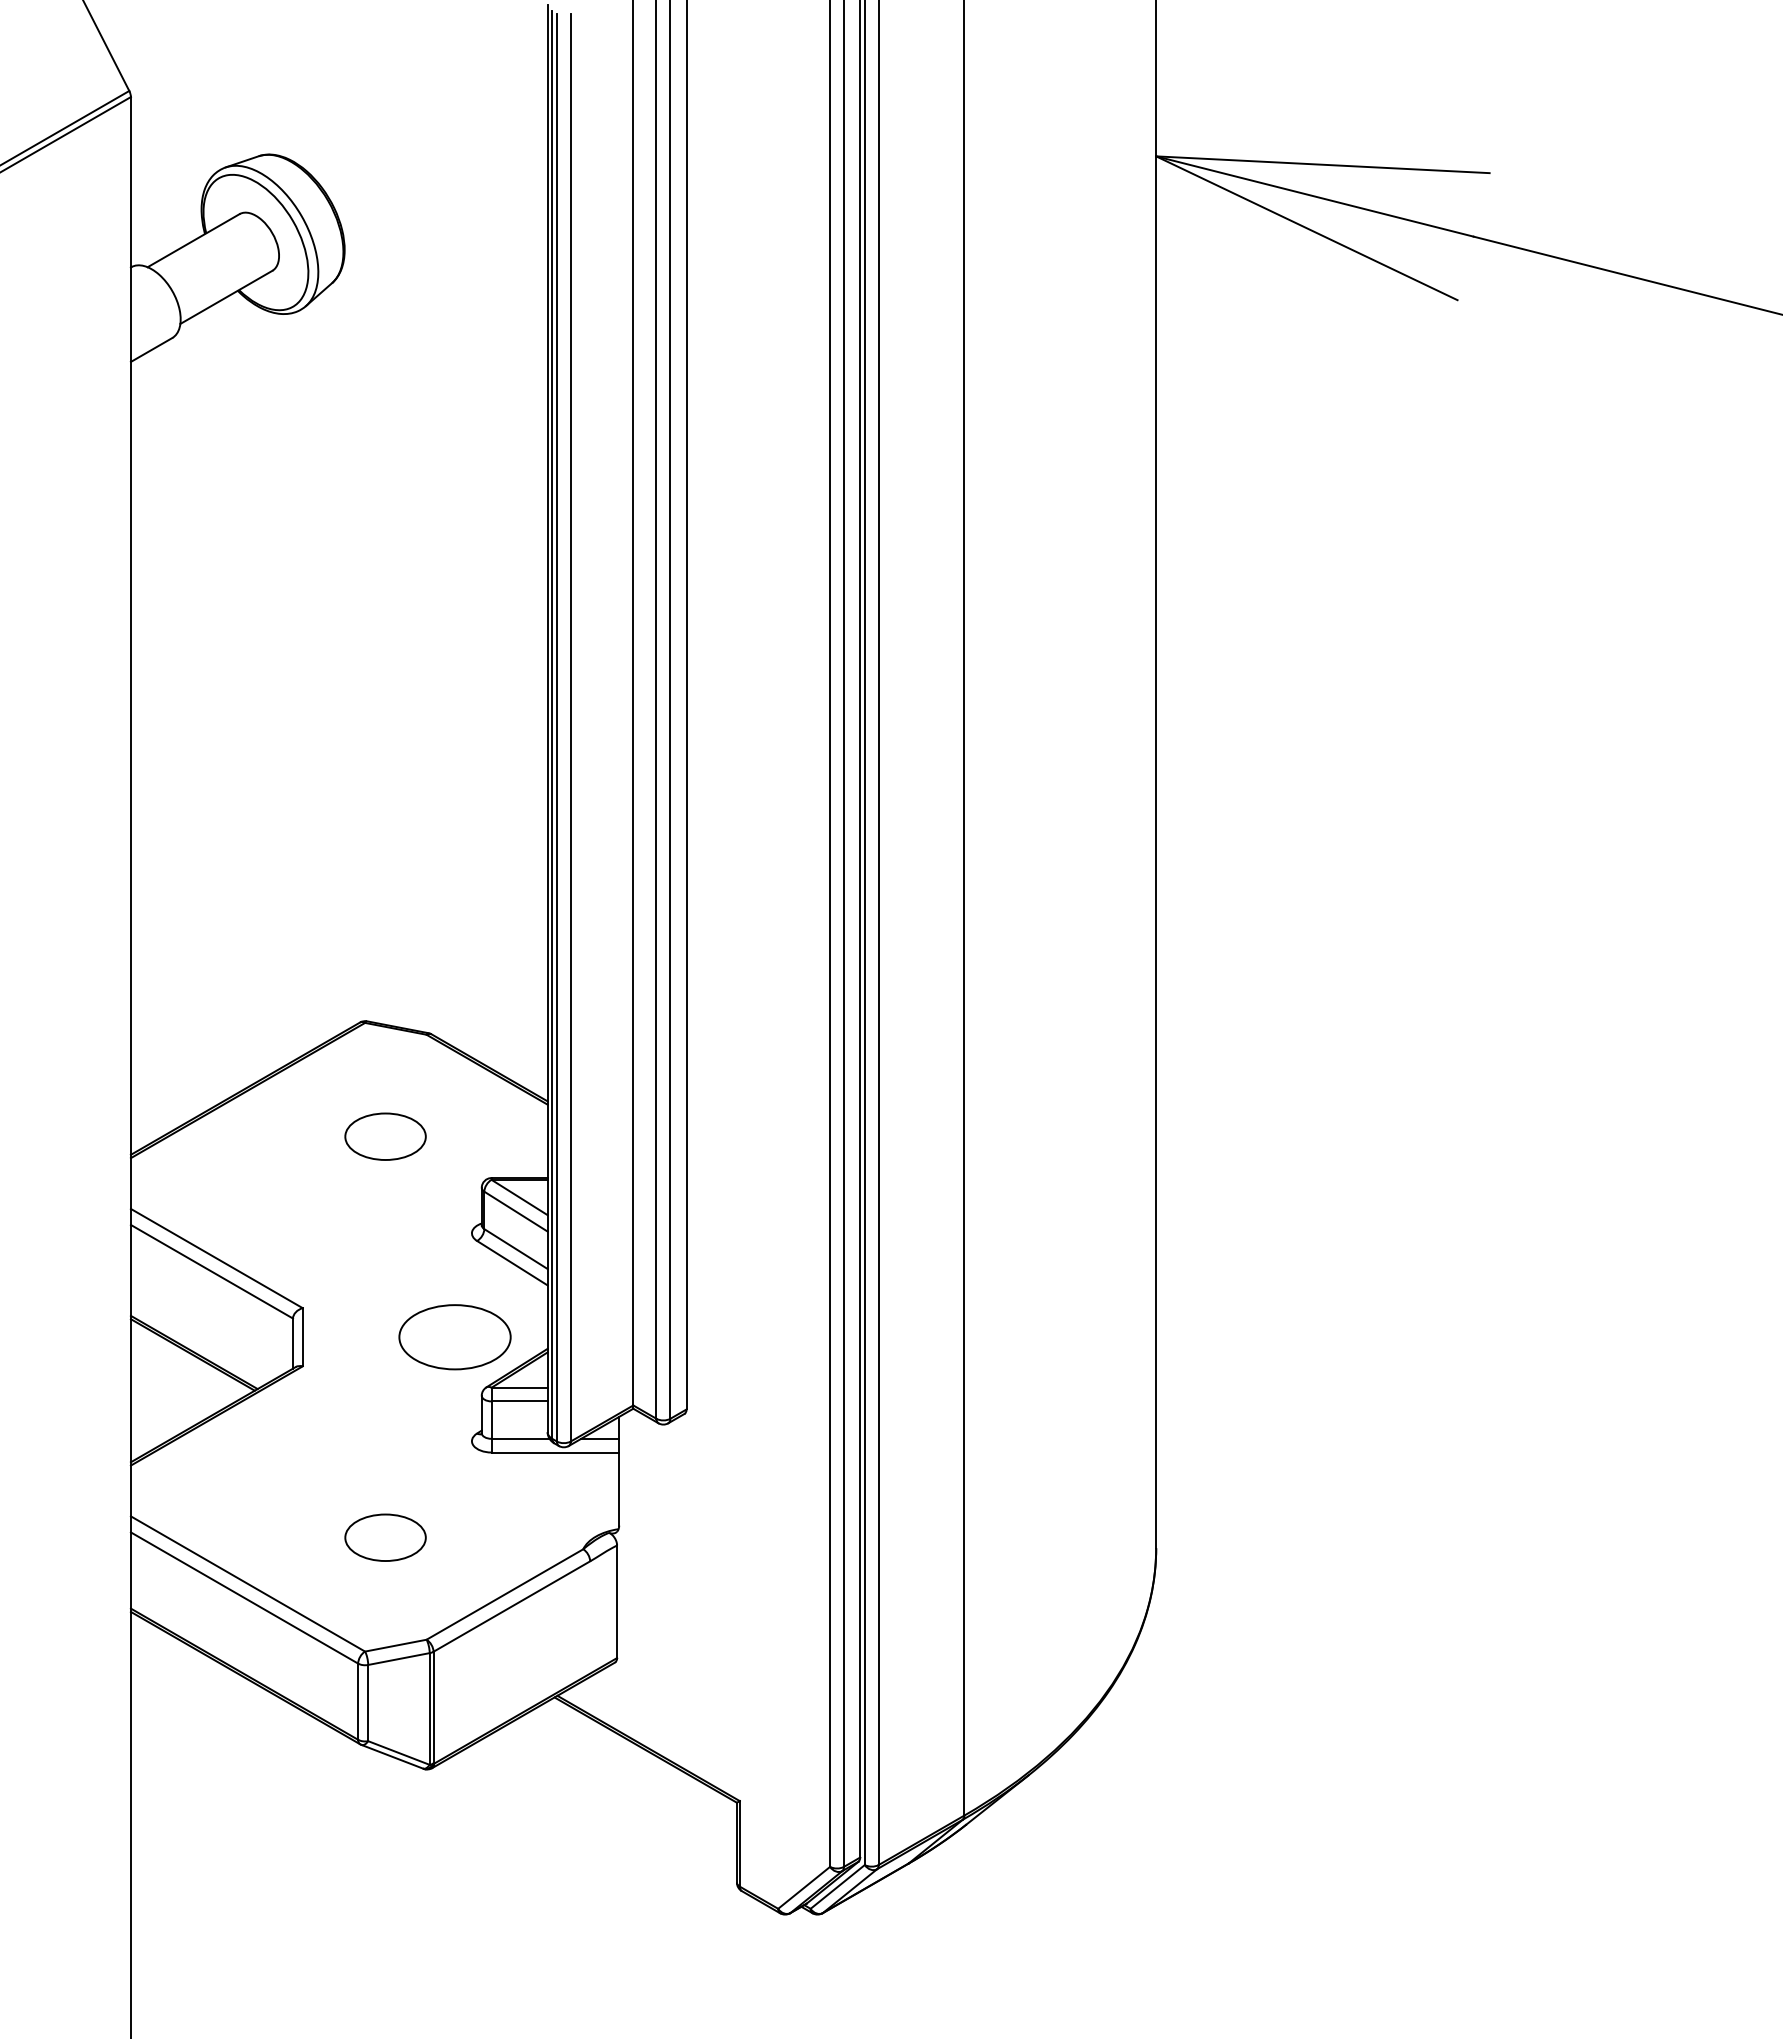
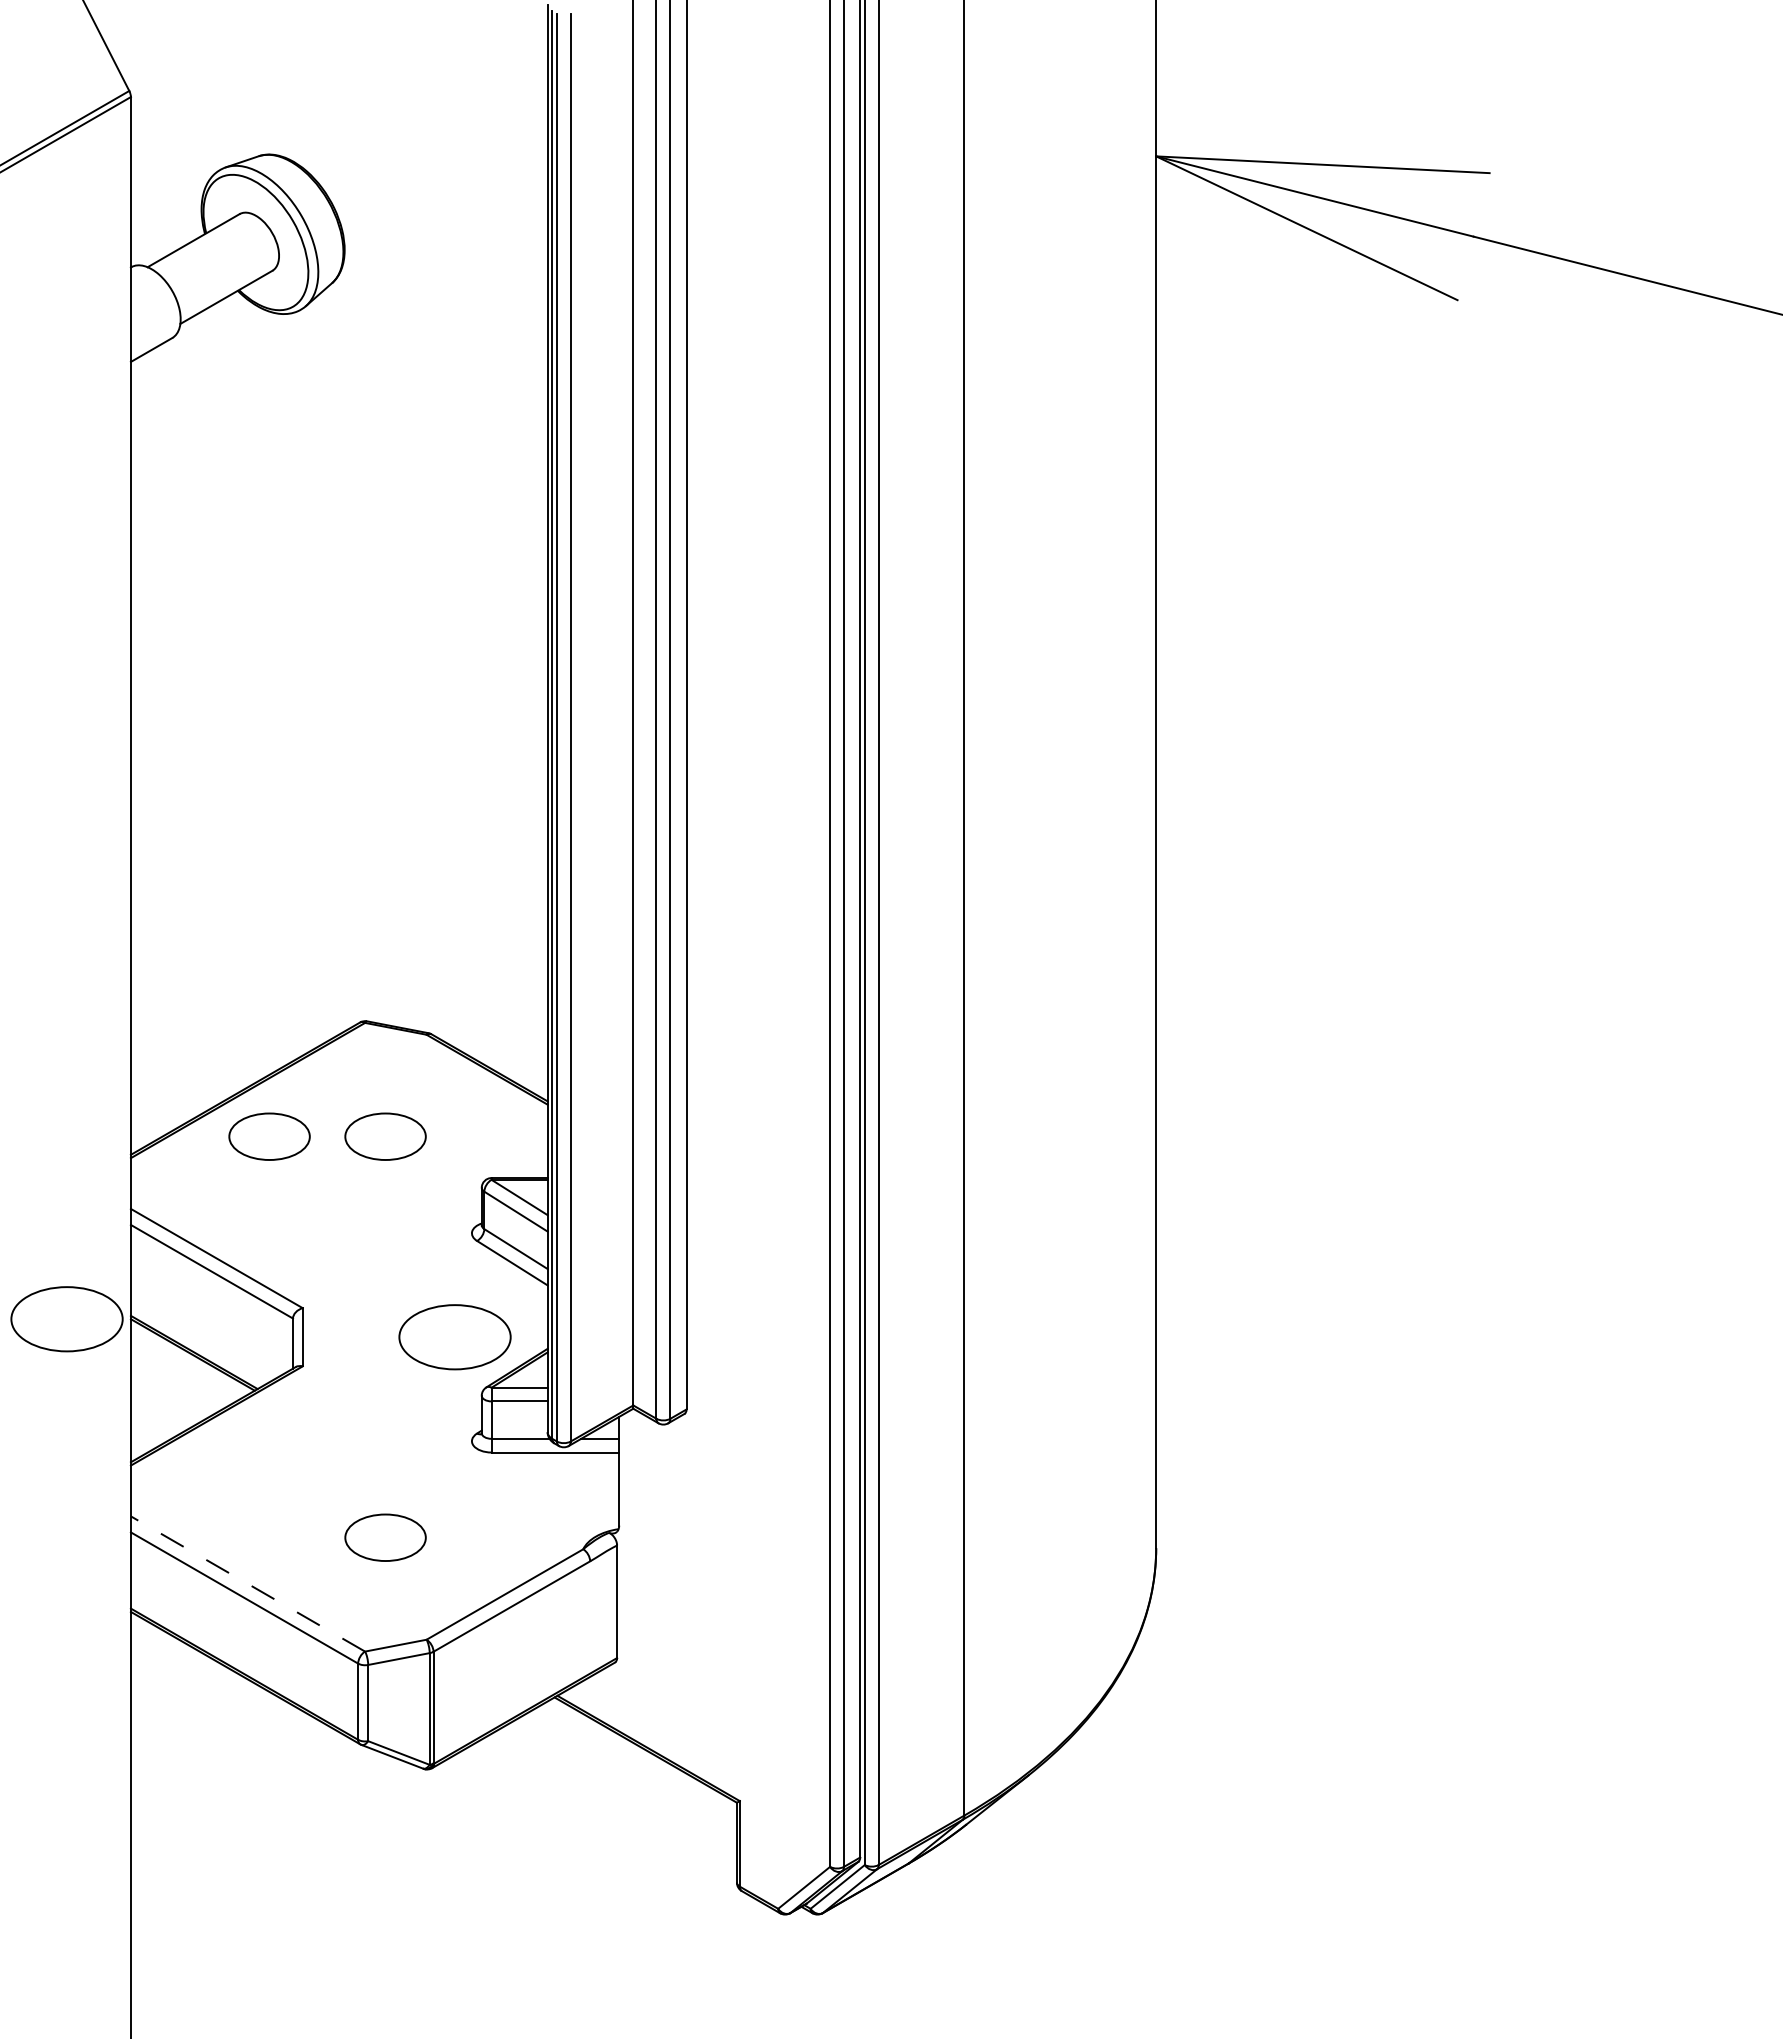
part at (269, 1136): none -> present
part at (66, 1319): none -> present
line at (247, 1583): solid -> dashed
